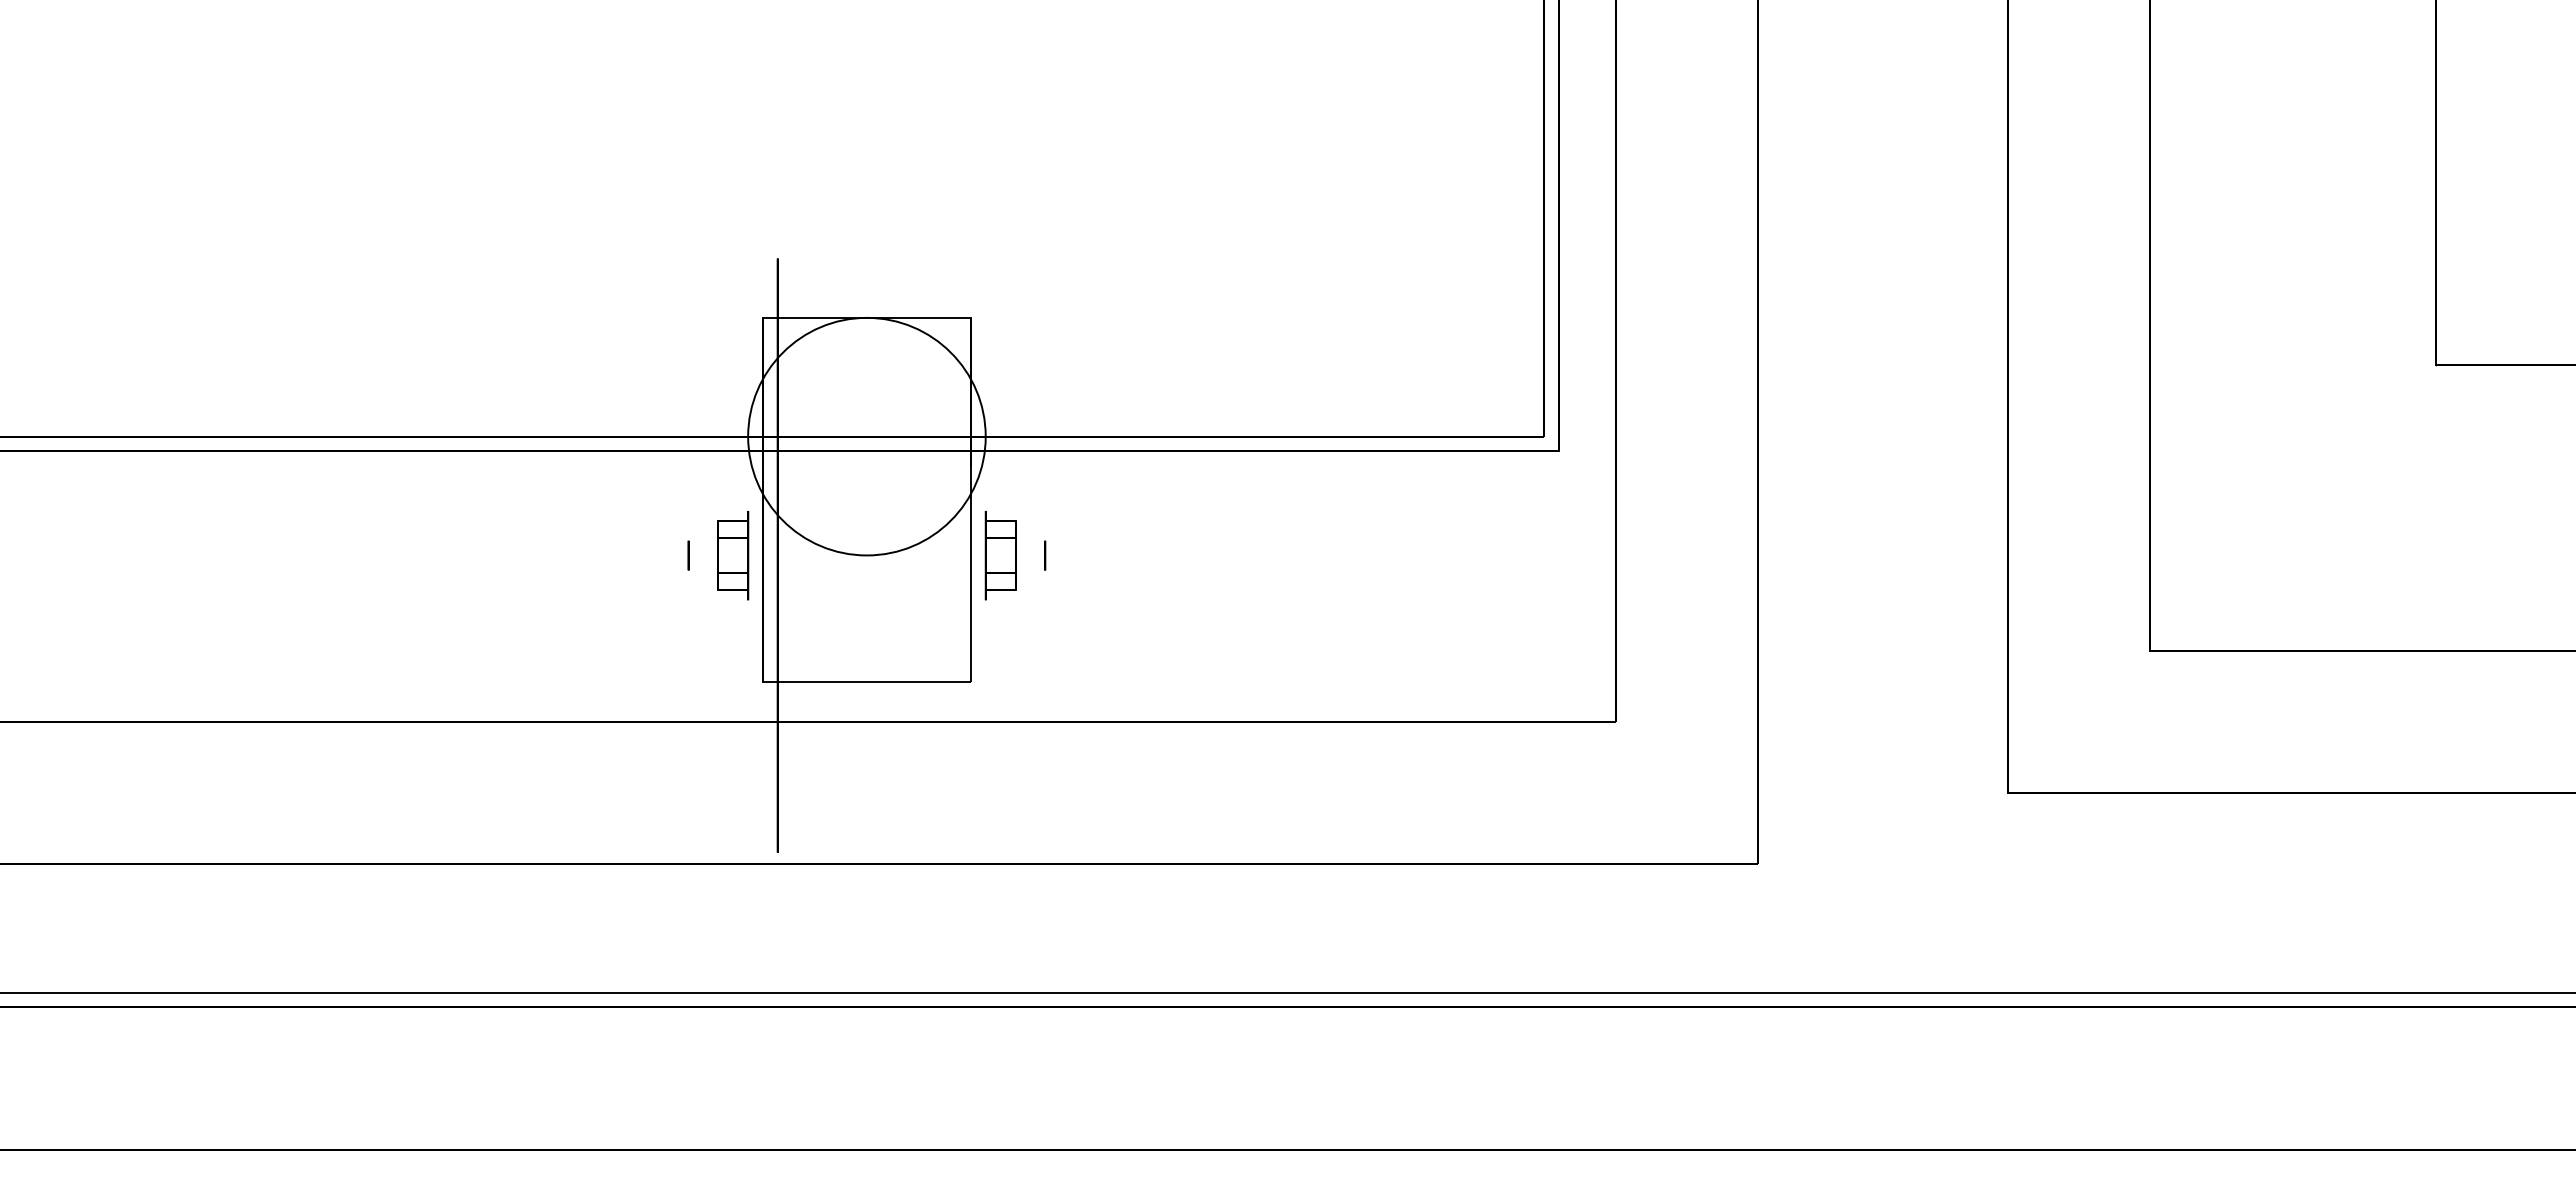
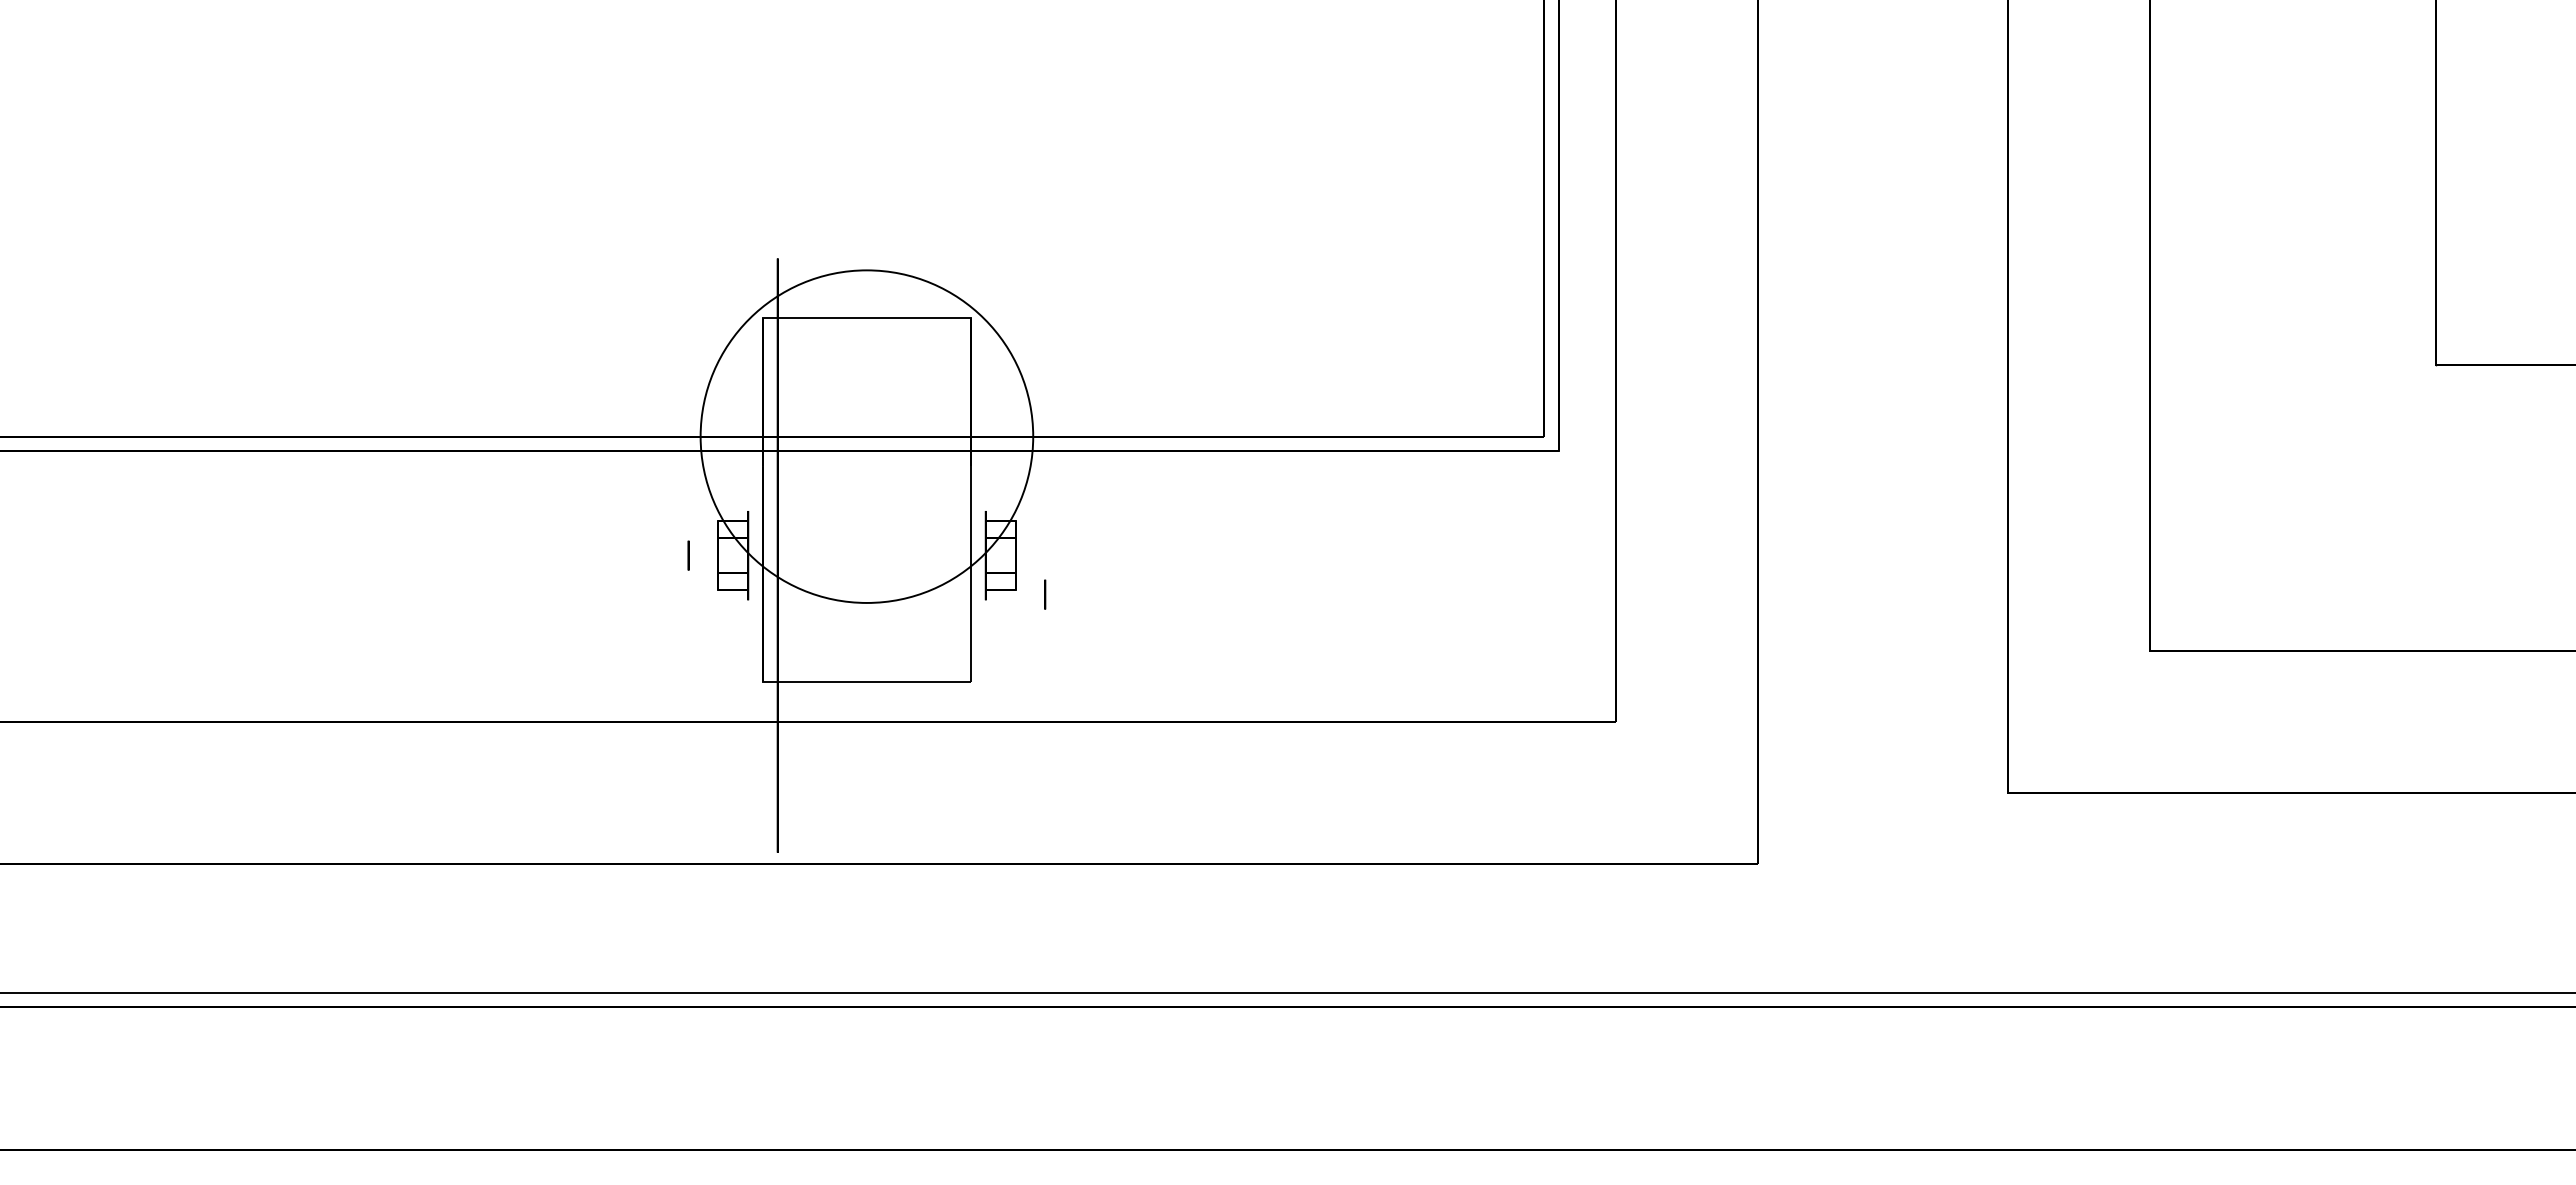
circle at (866, 436) diameter: 238 px -> 333 px
circle at (1045, 555) position: (1045, 555) -> (1045, 594)
